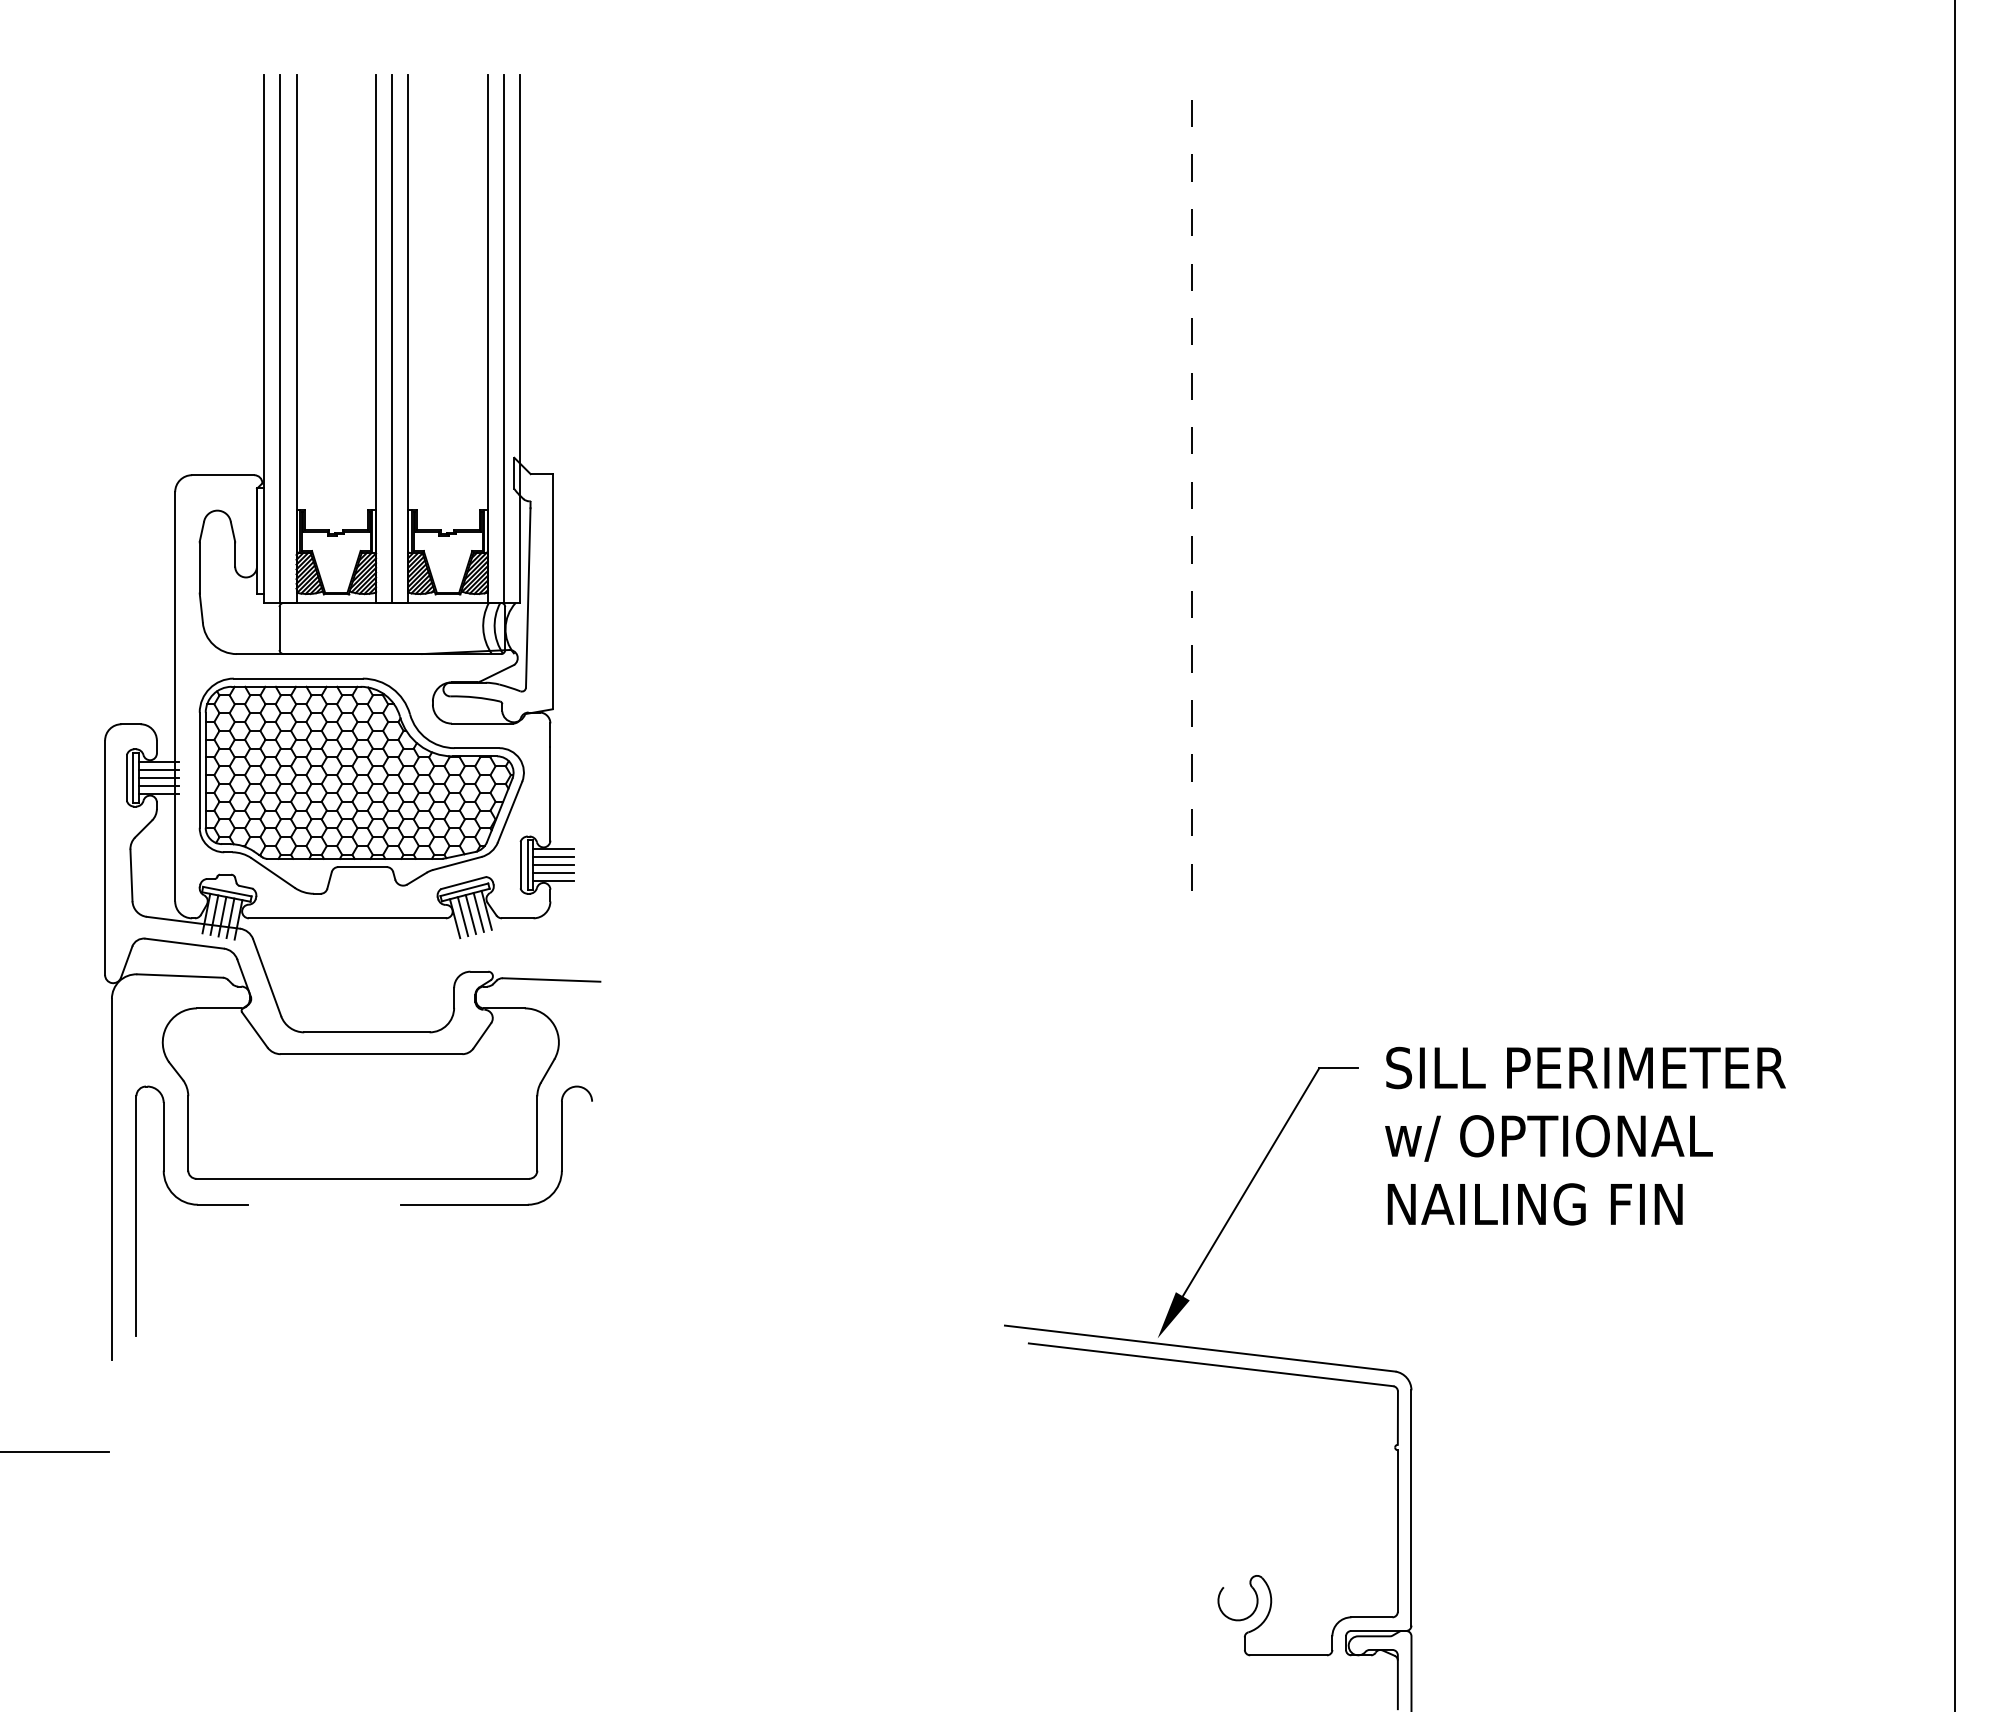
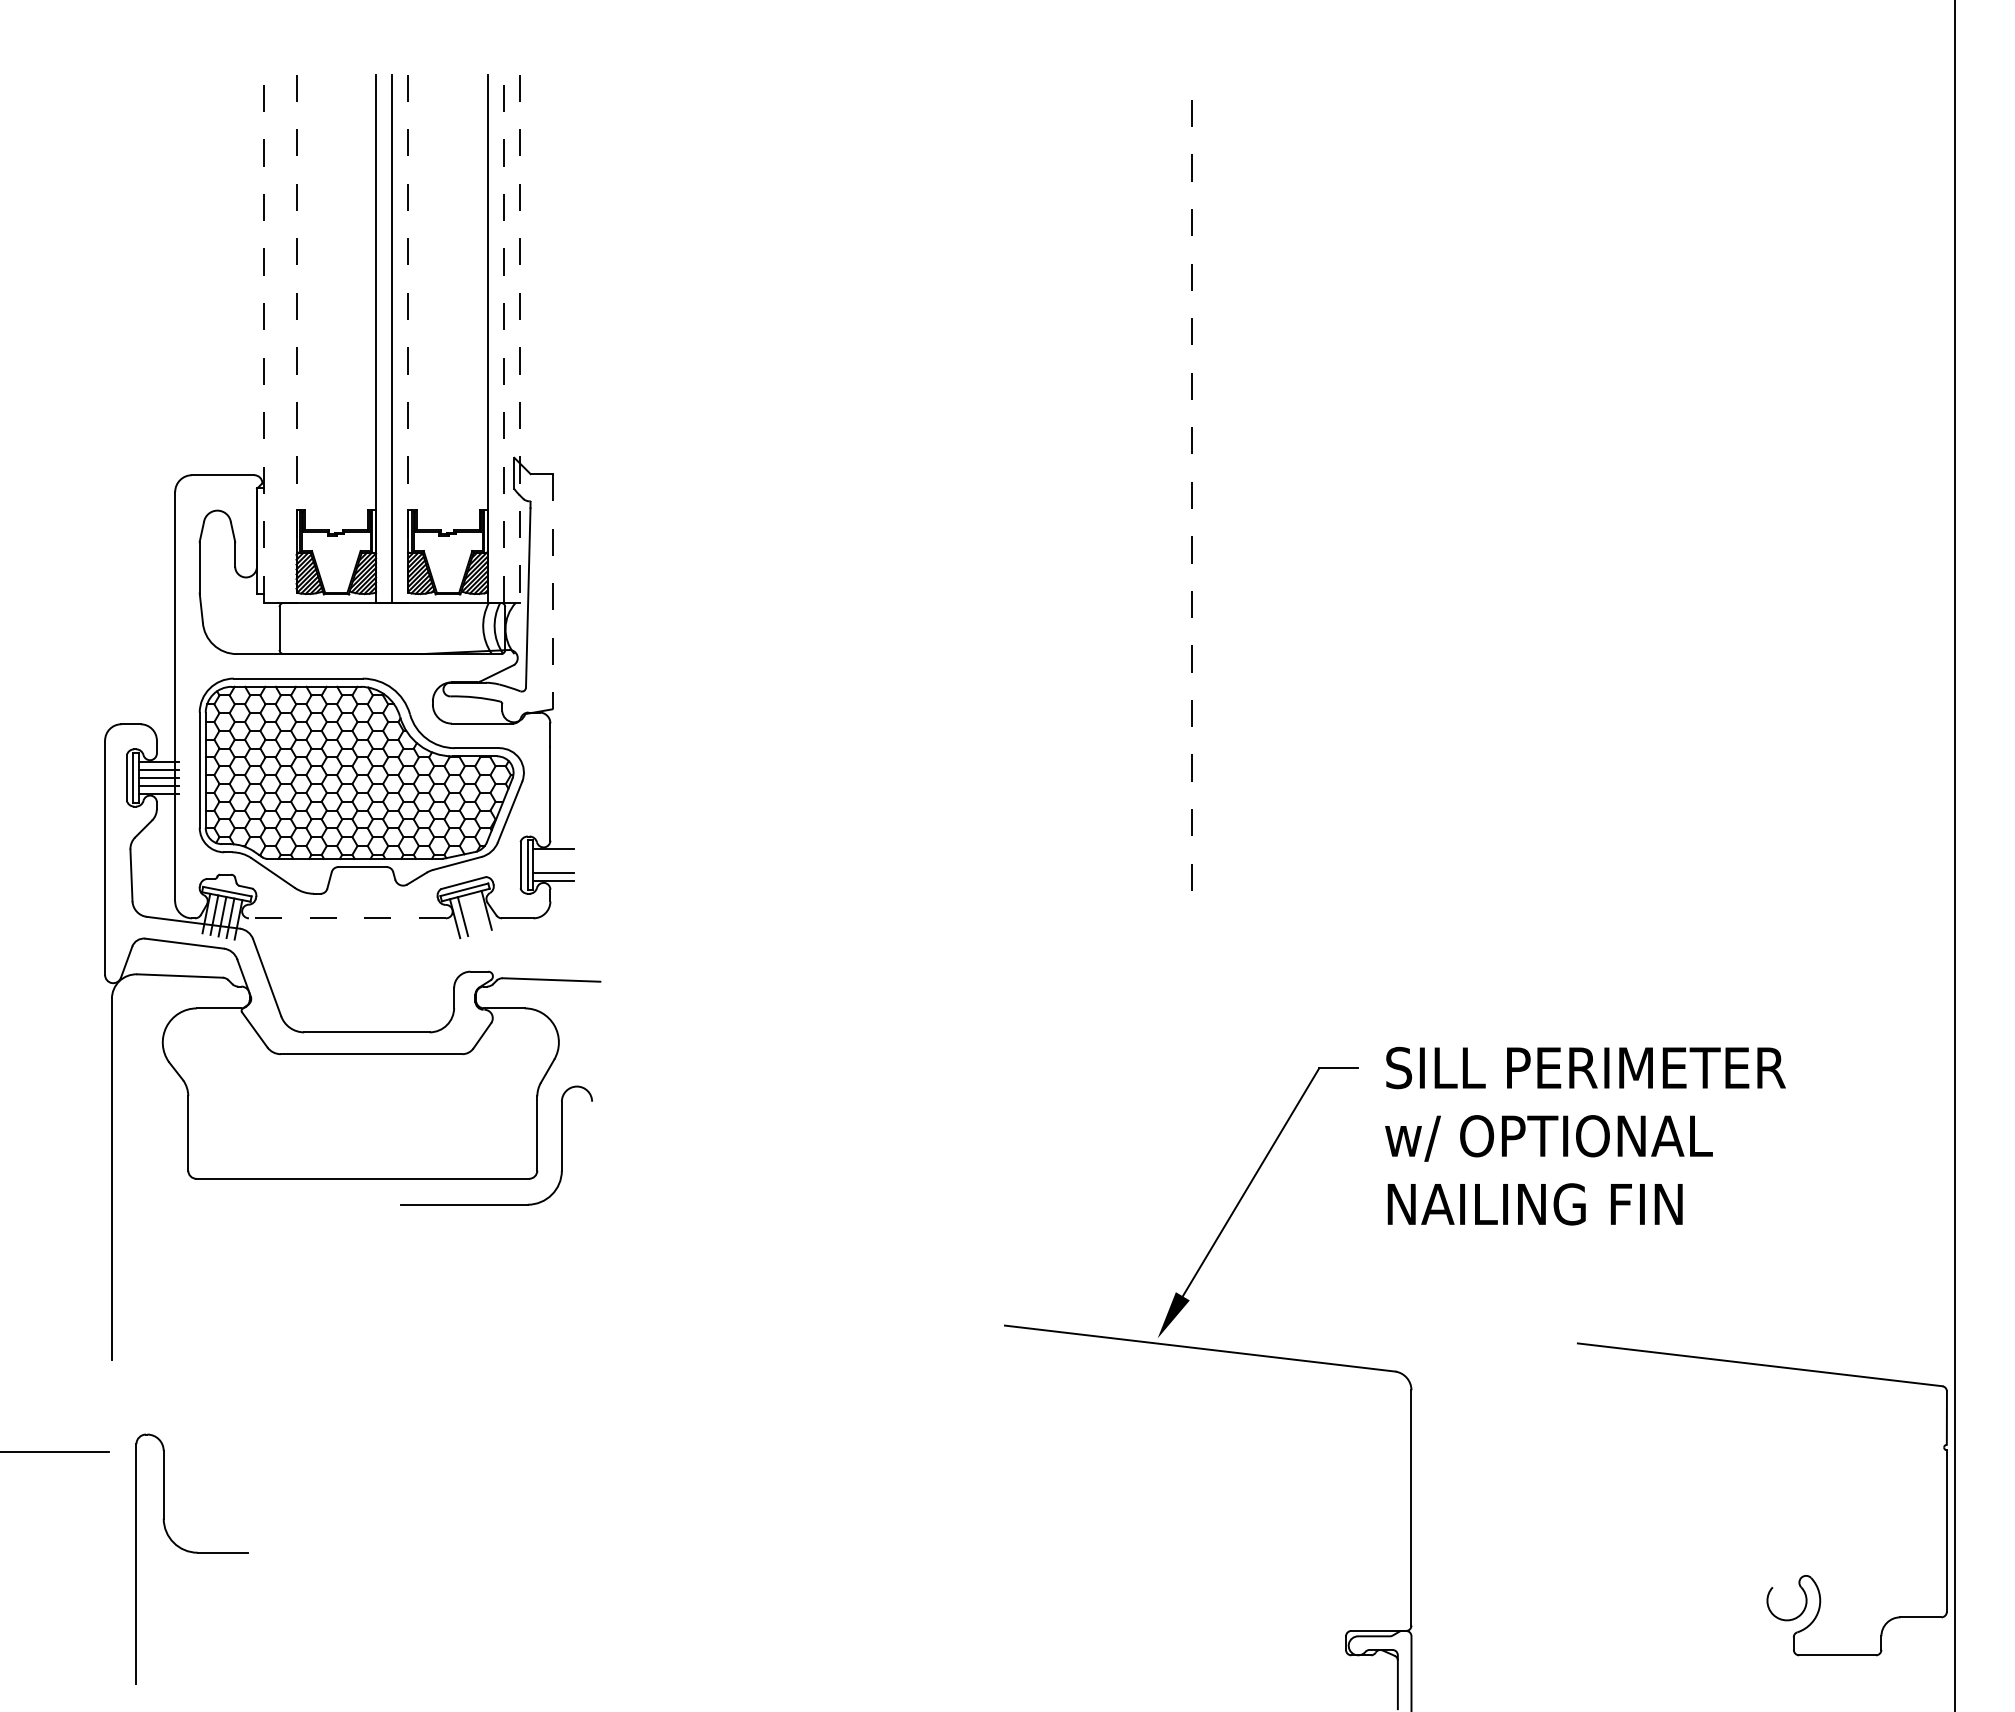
line at (264, 338): solid -> dashed
line at (280, 338): present -> none
line at (503, 338): solid -> dashed
line at (296, 339): solid -> dashed
line at (408, 339): solid -> dashed
line at (520, 339): solid -> dashed
line at (552, 591): solid -> dashed
line at (553, 856): present -> none
line at (553, 864): present -> none
line at (478, 912): present -> none
line at (470, 914): present -> none
line at (346, 918): solid -> dashed
part at (191, 1210) position: (191, 1210) -> (191, 1558)
part at (1253, 1575) position: (1253, 1575) -> (1802, 1575)
